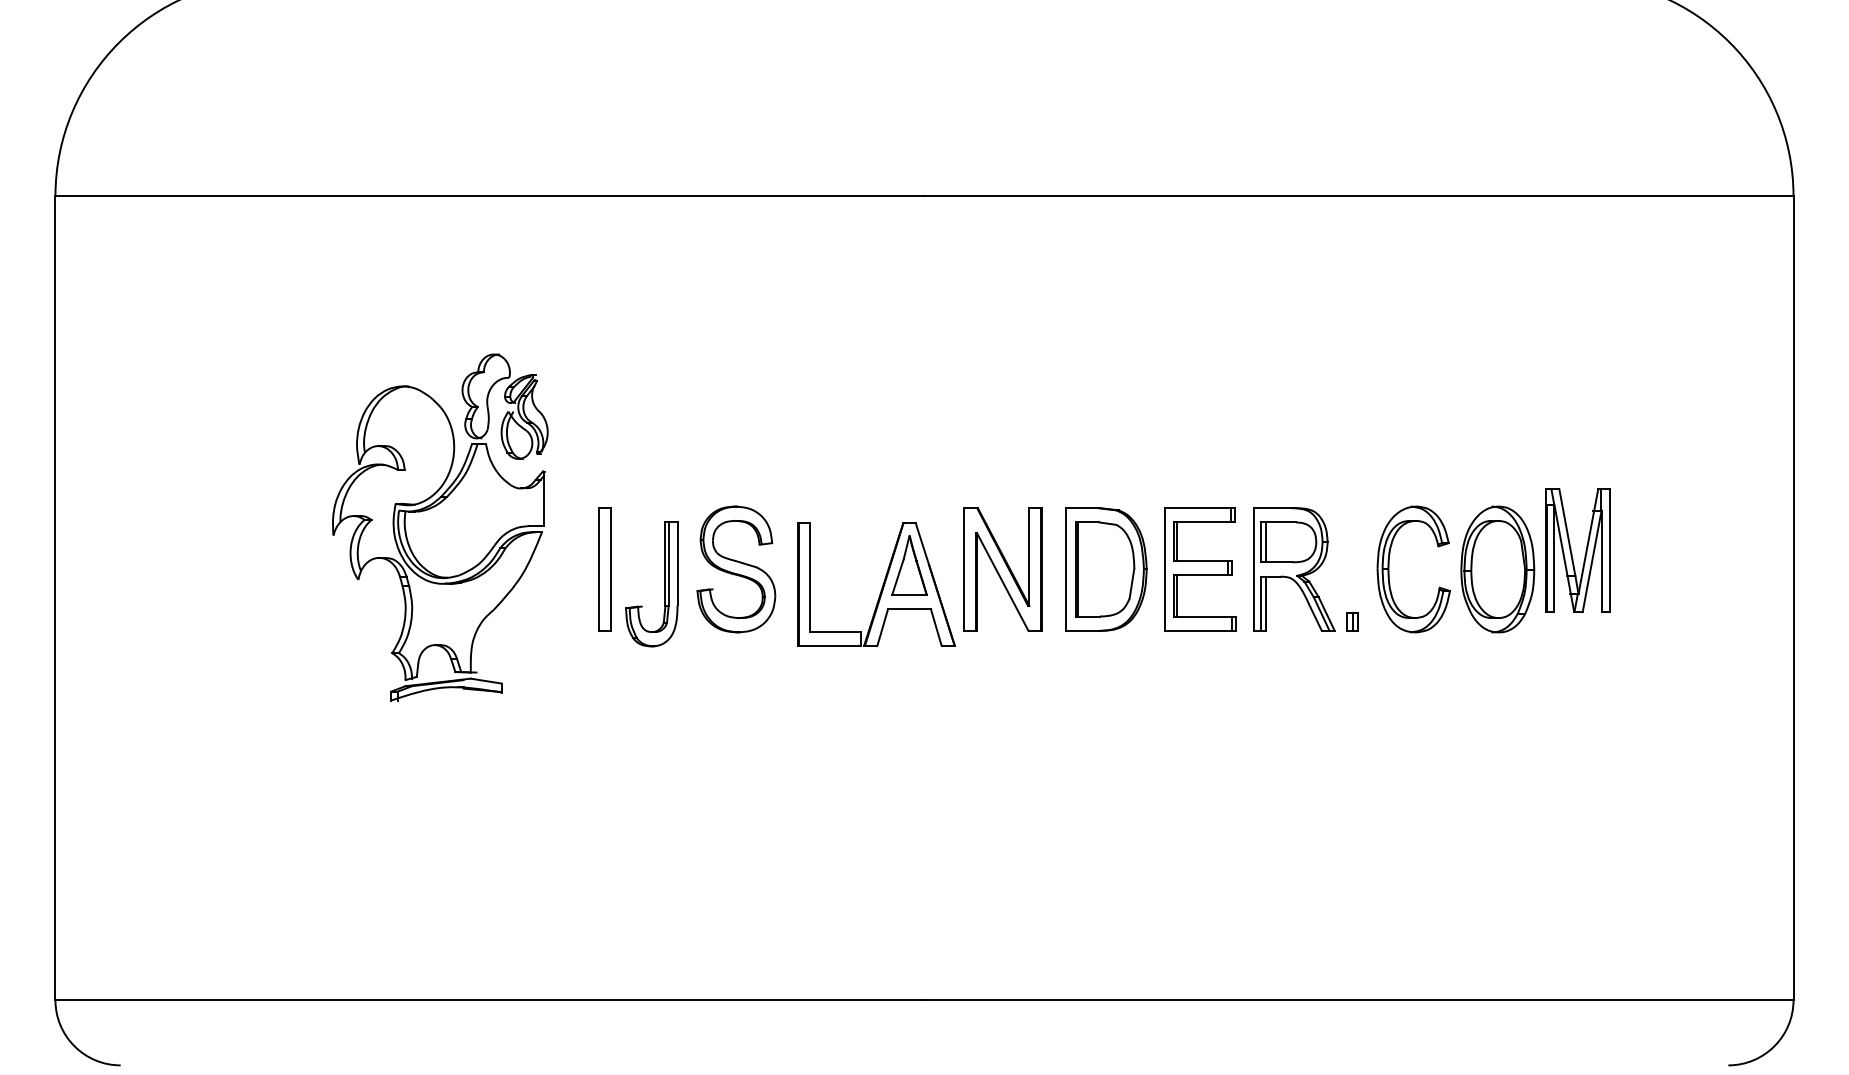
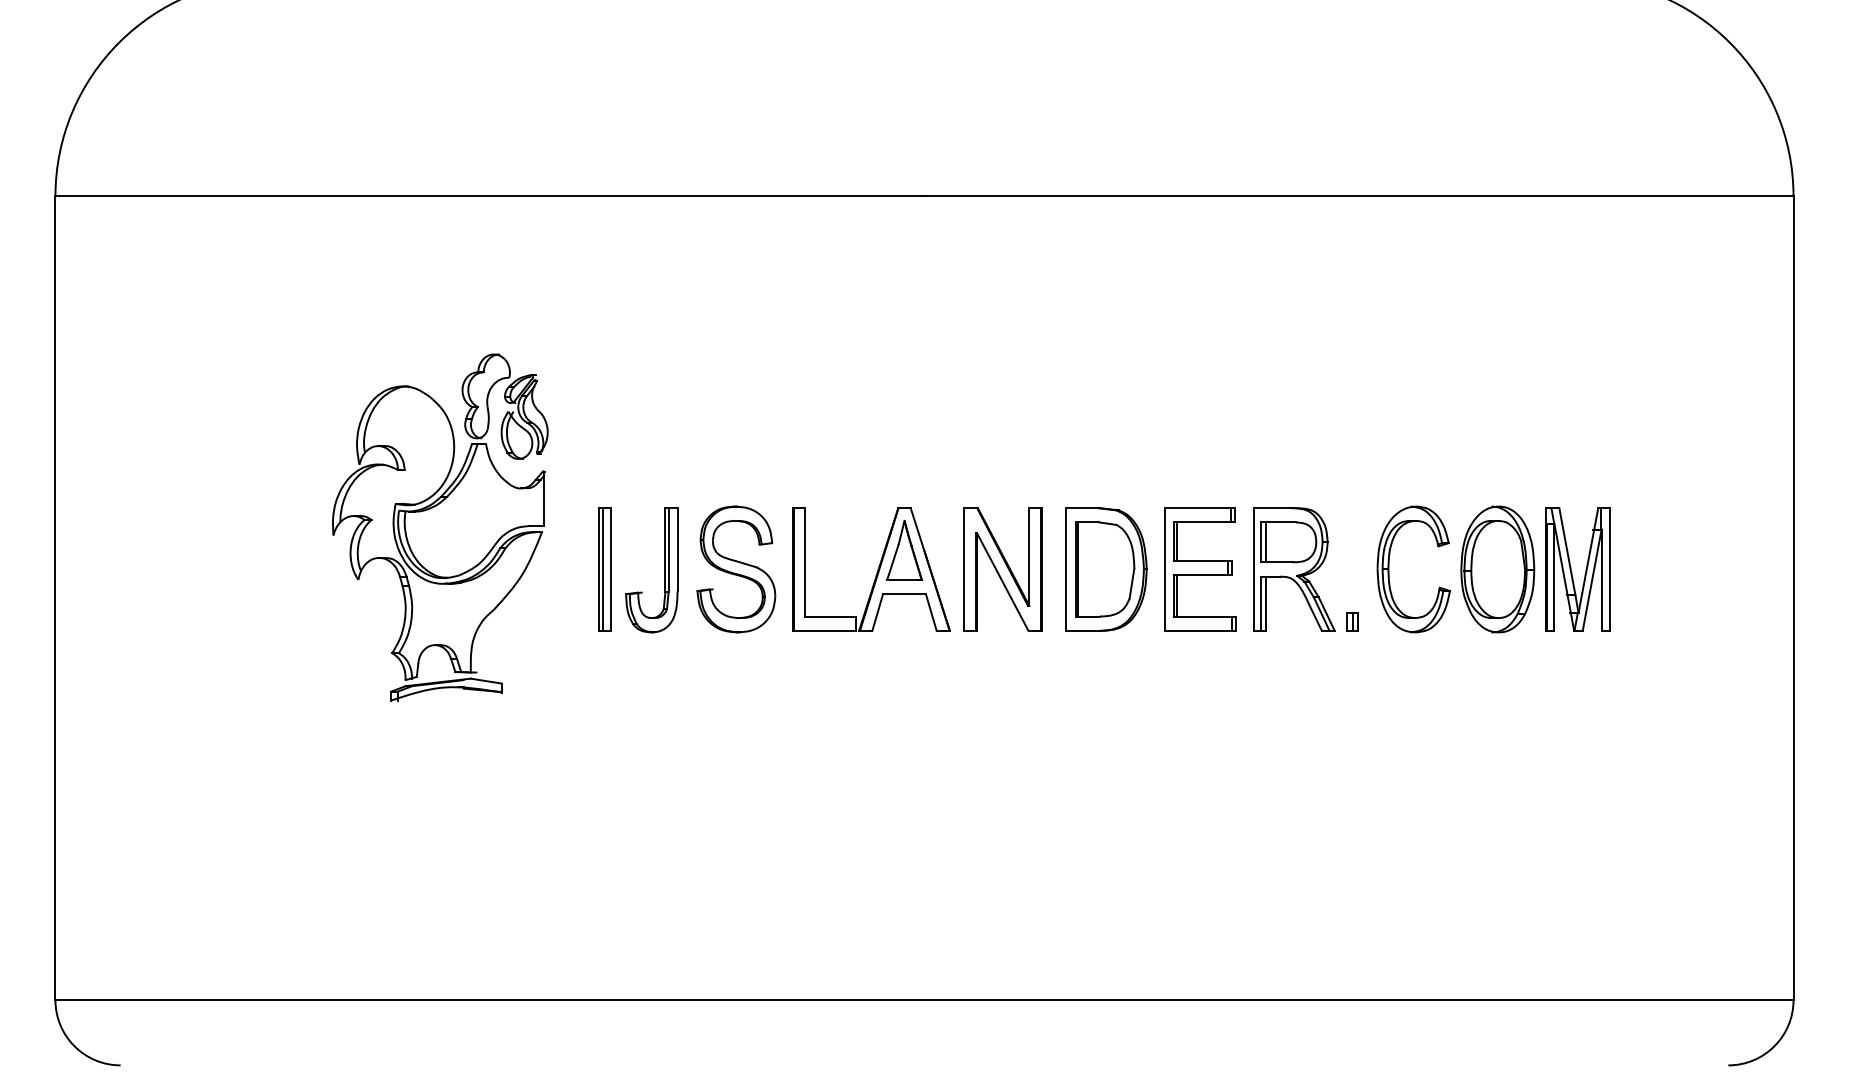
part at (1577, 550) position: (1577, 550) -> (1577, 569)
line at (603, 569): none -> present
part at (664, 584) position: (664, 584) -> (664, 570)
part at (876, 584) position: (876, 584) -> (871, 569)
